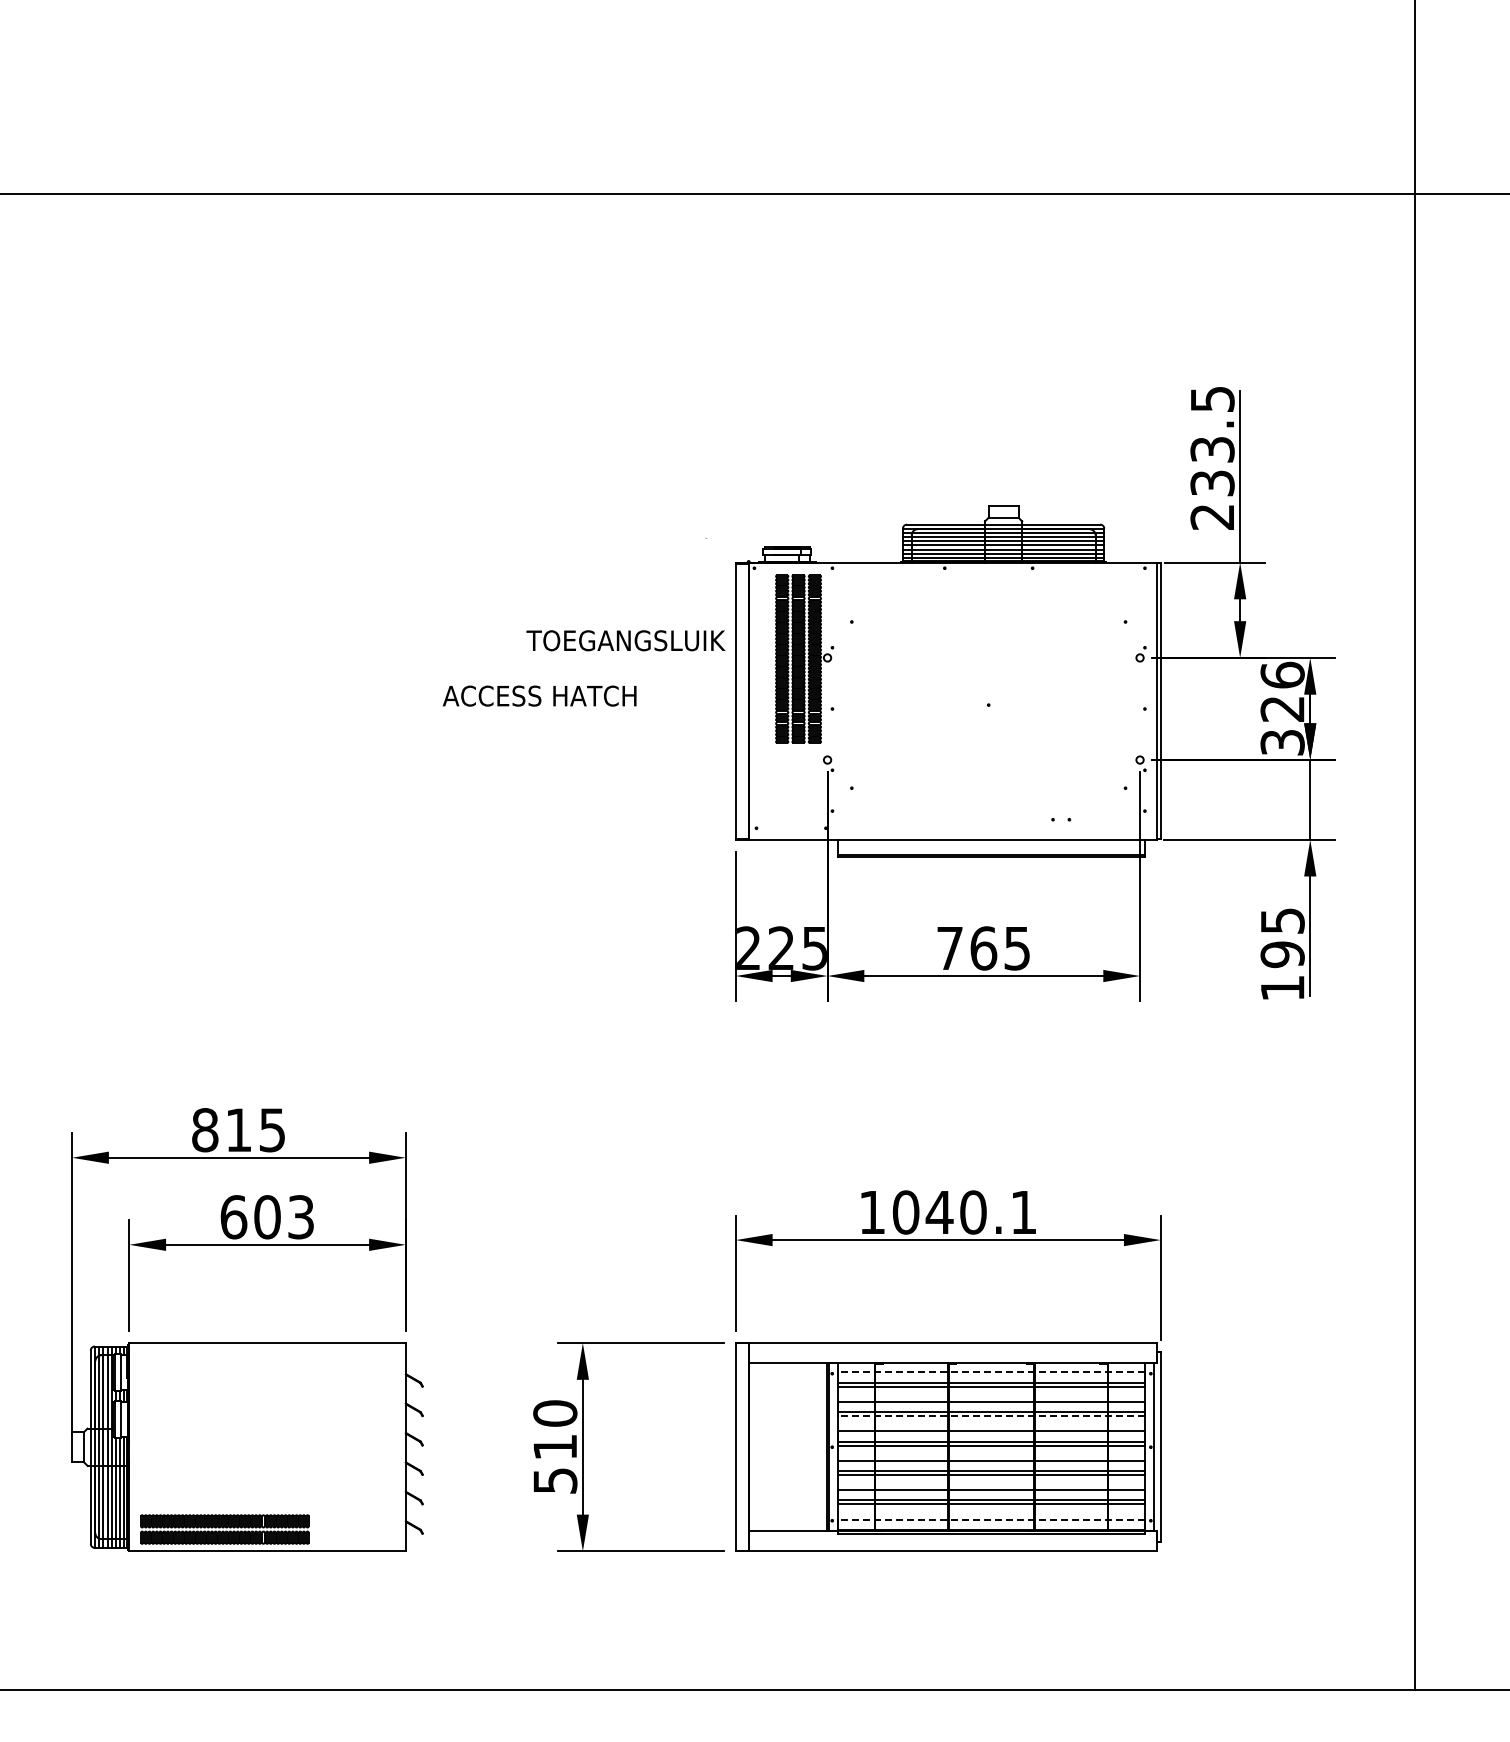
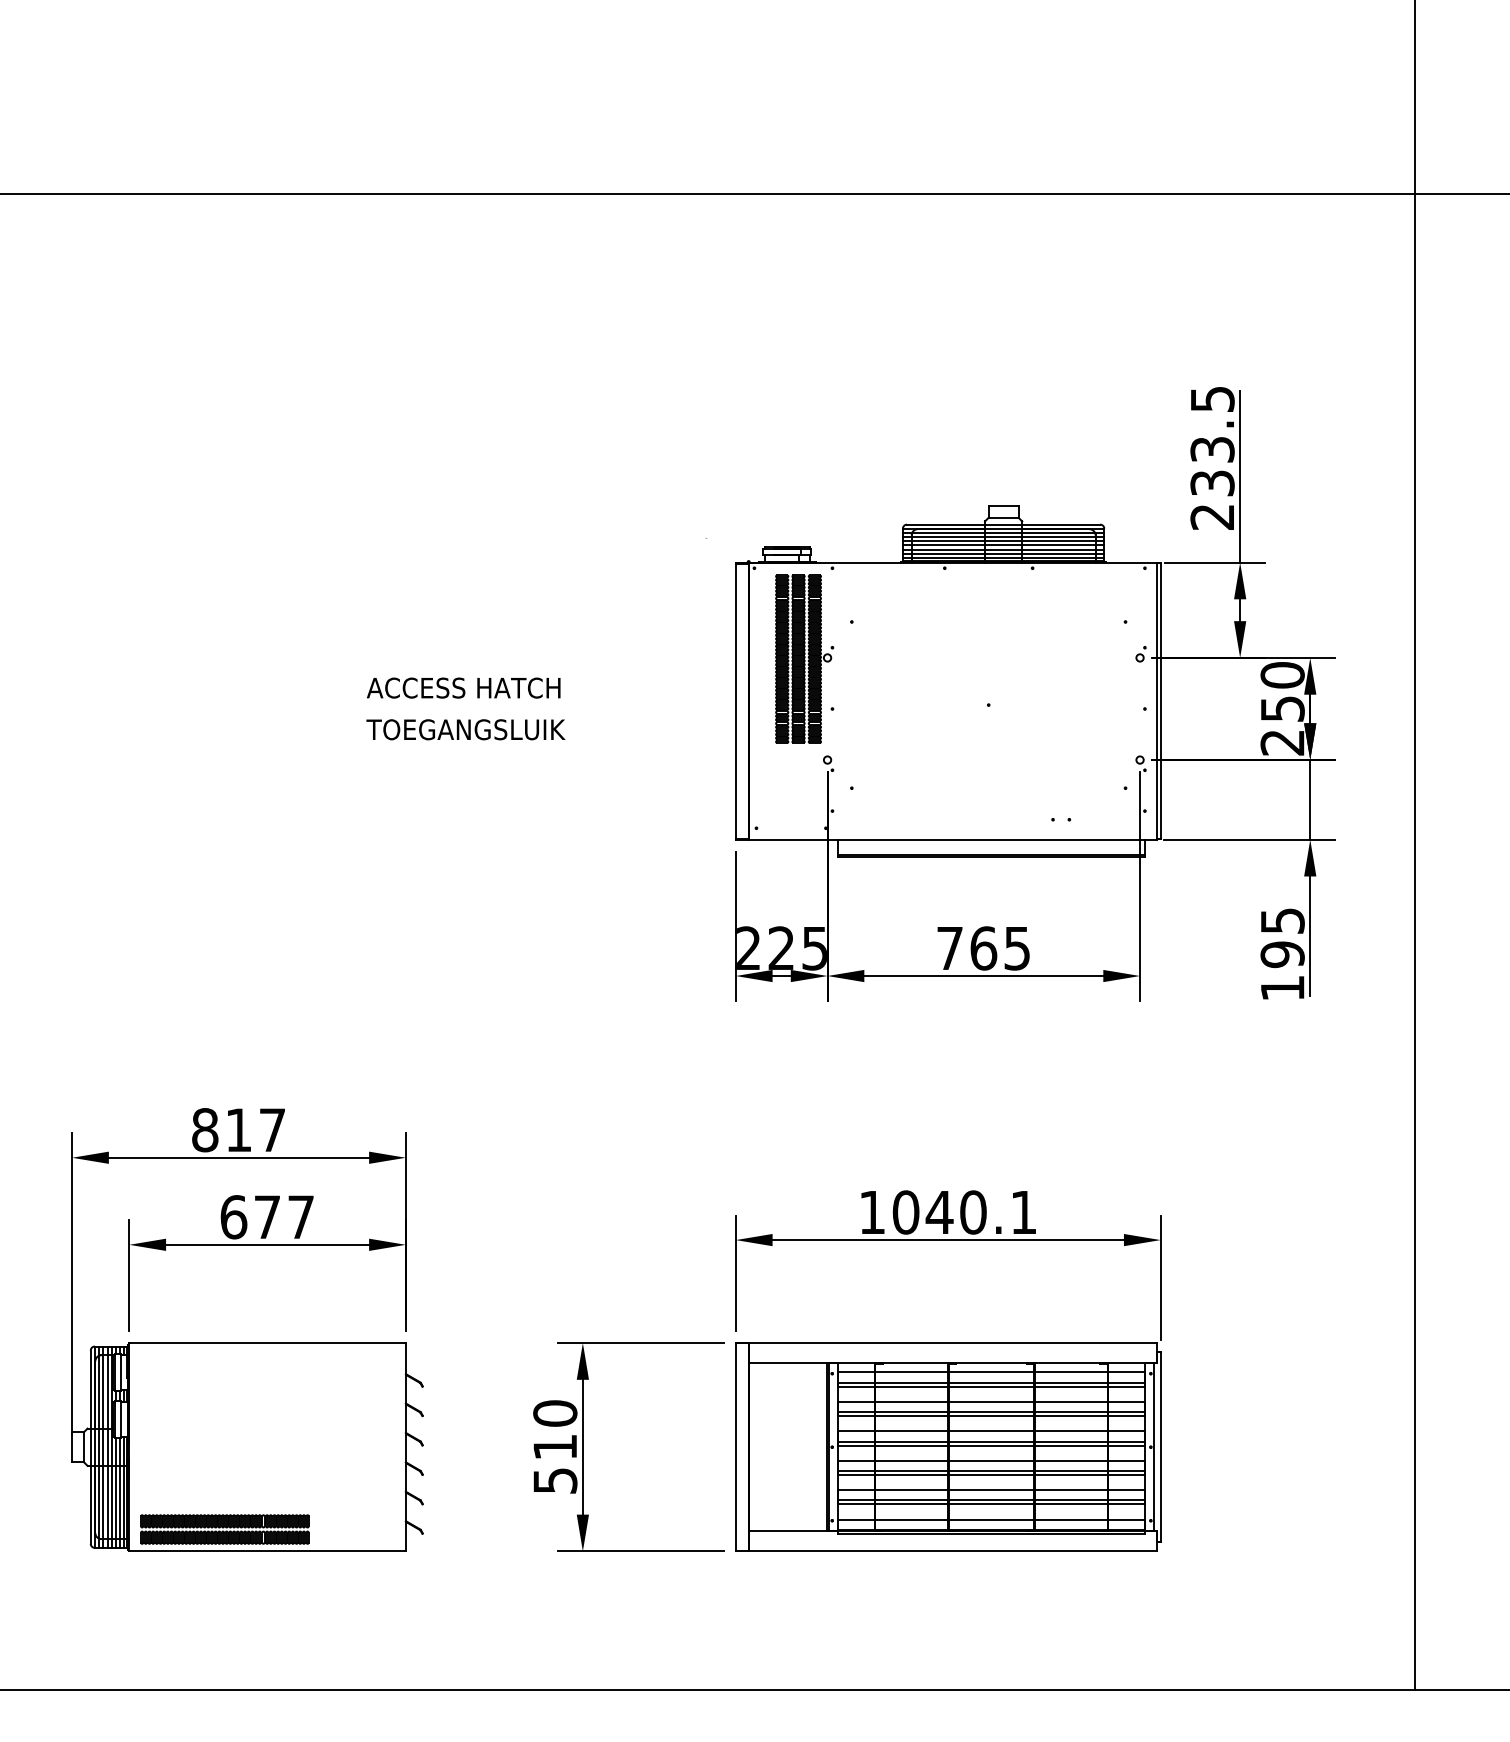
text at (625, 640) position: (625, 640) -> (465, 729)
text at (539, 695) position: (539, 695) -> (463, 687)
text at (1282, 708): 326 -> 250
text at (272, 1130): 815 -> 817
text at (283, 1217): 603 -> 677
line at (991, 1372): dashed -> solid
line at (991, 1416): dashed -> solid
line at (991, 1519): dashed -> solid
